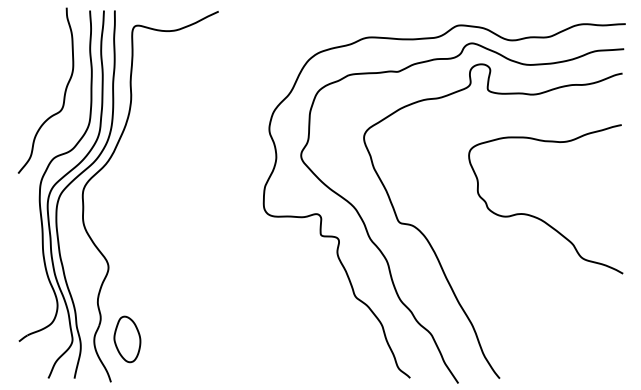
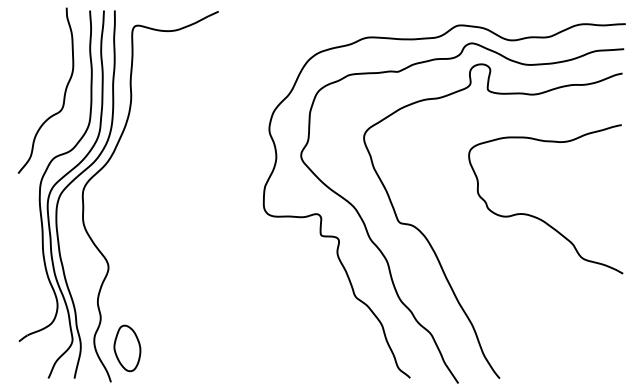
part at (127, 339) position: (127, 339) -> (127, 348)
